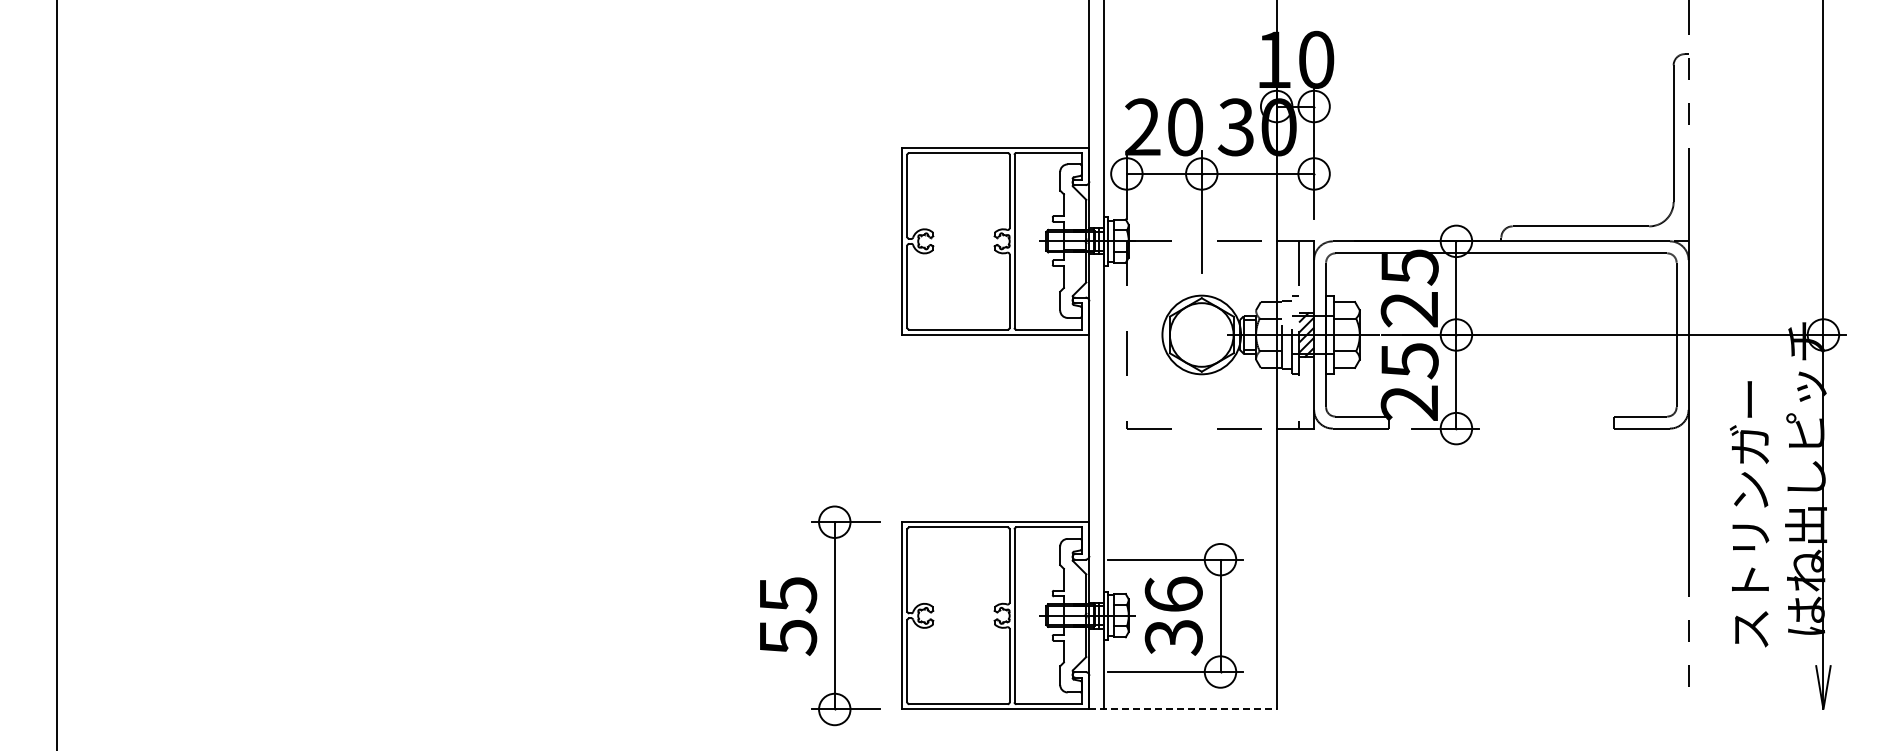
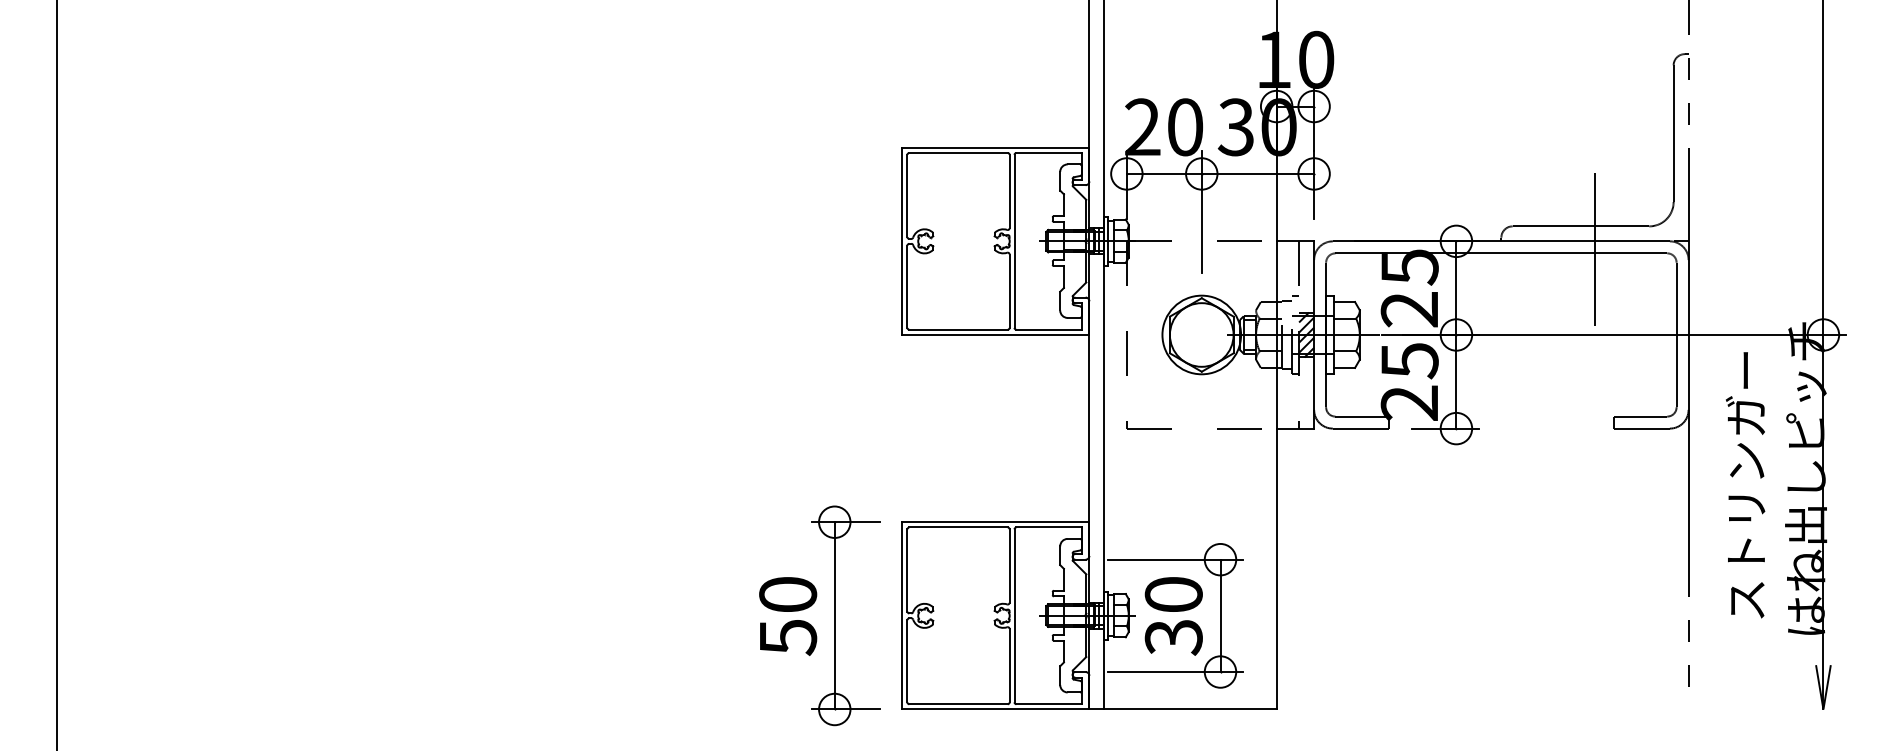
line at (1594, 249): none -> present
text at (1749, 514) position: (1749, 514) -> (1745, 485)
text at (1173, 593): 36 -> 30
text at (788, 595): 55 -> 50
line at (1183, 709): dashed -> solid
